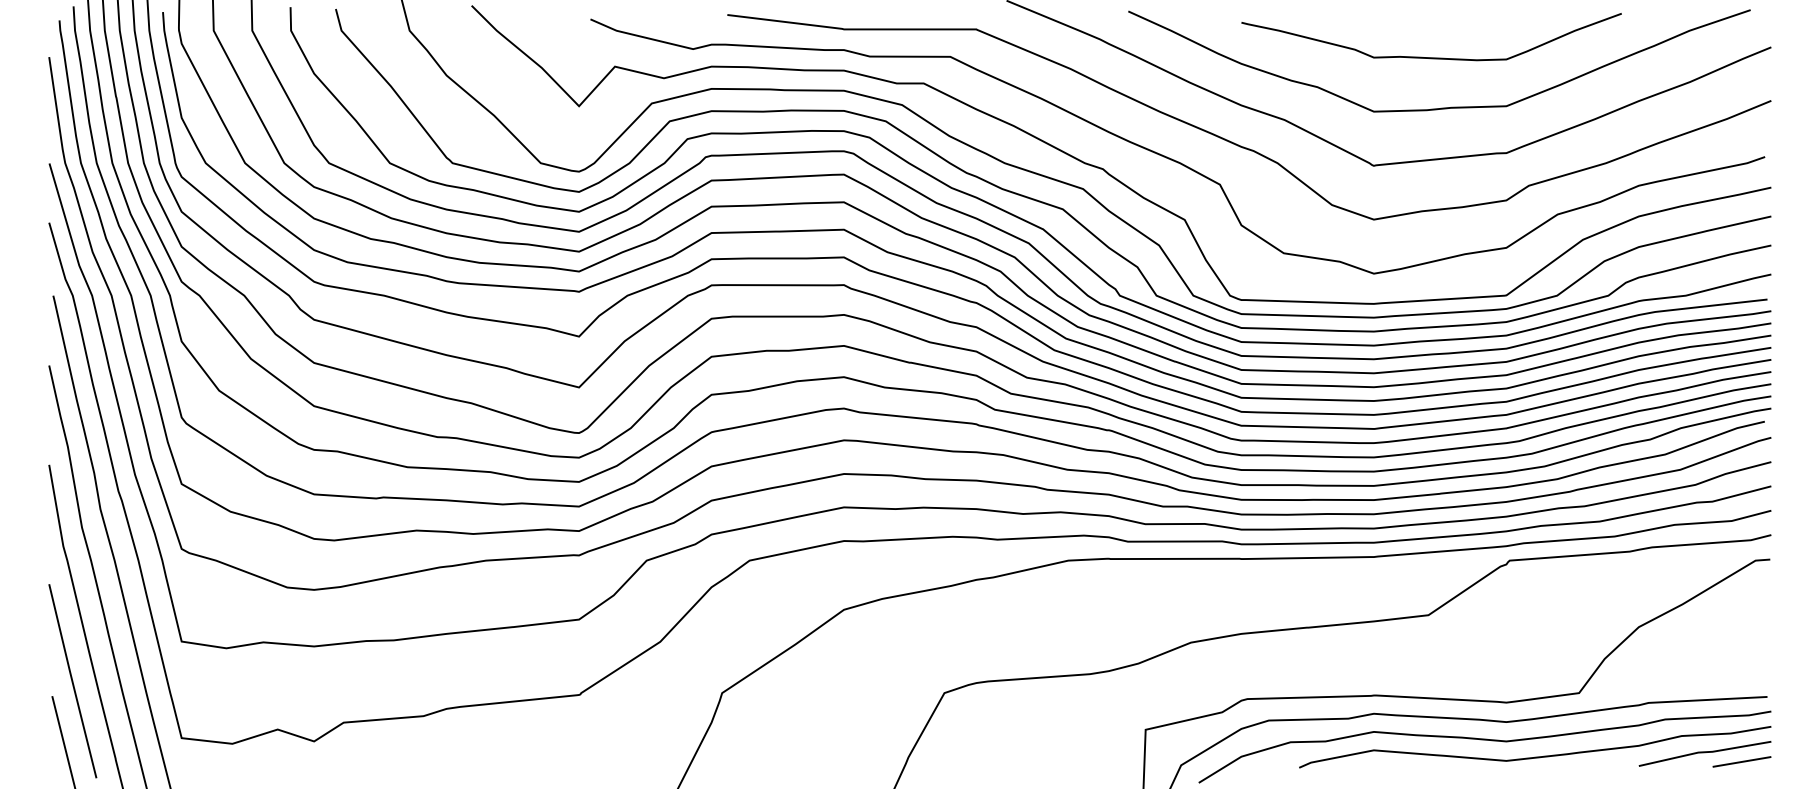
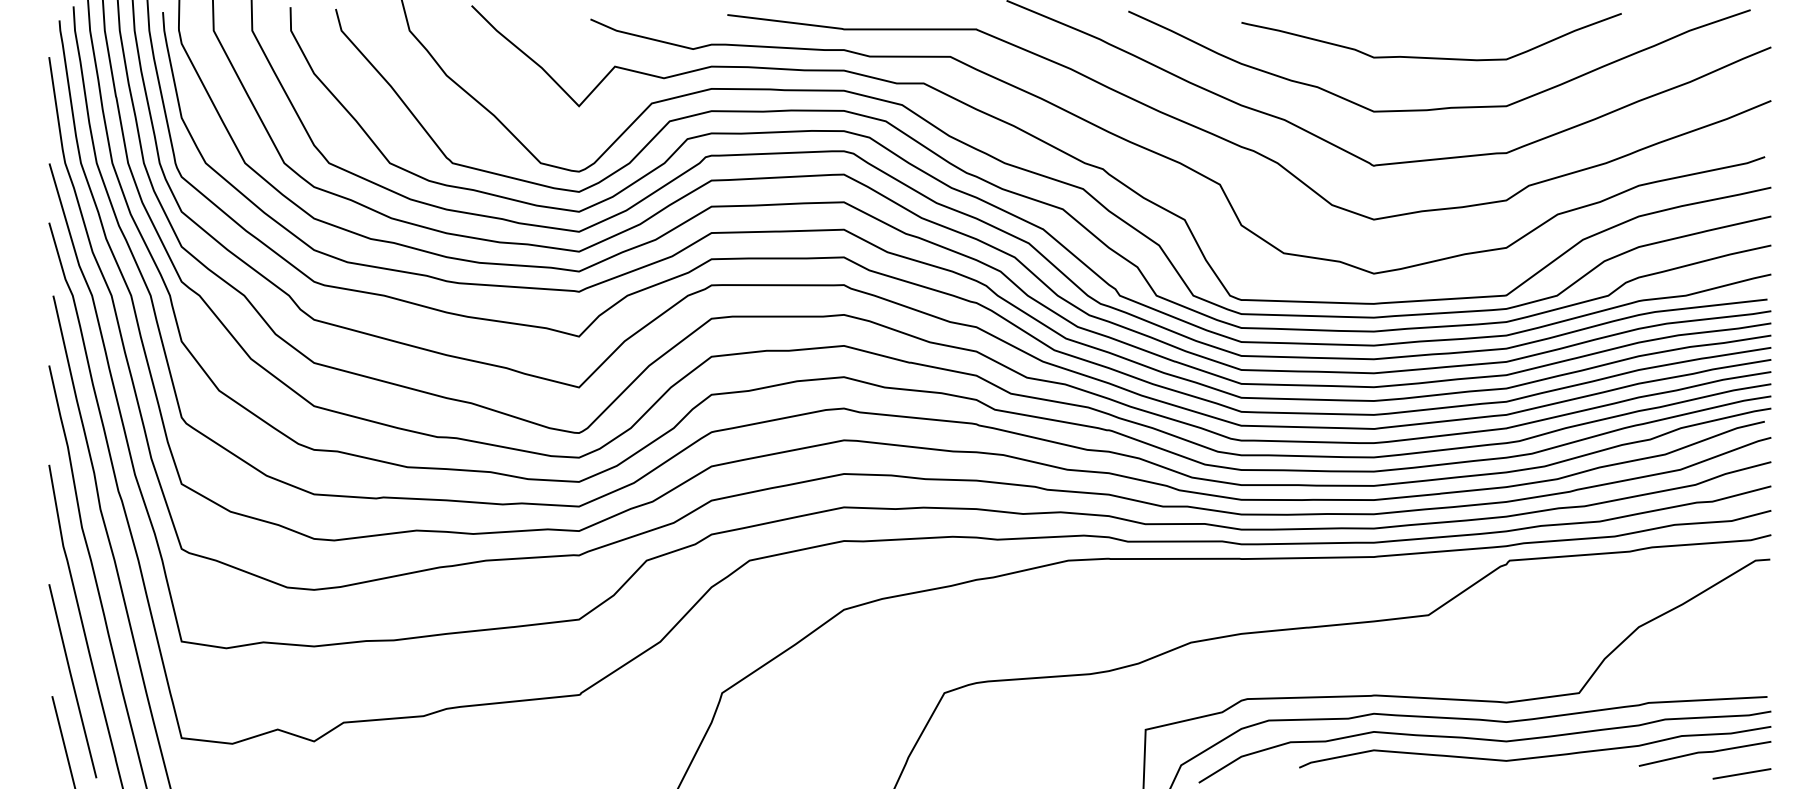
line at (1741, 761) position: (1741, 761) -> (1741, 773)
